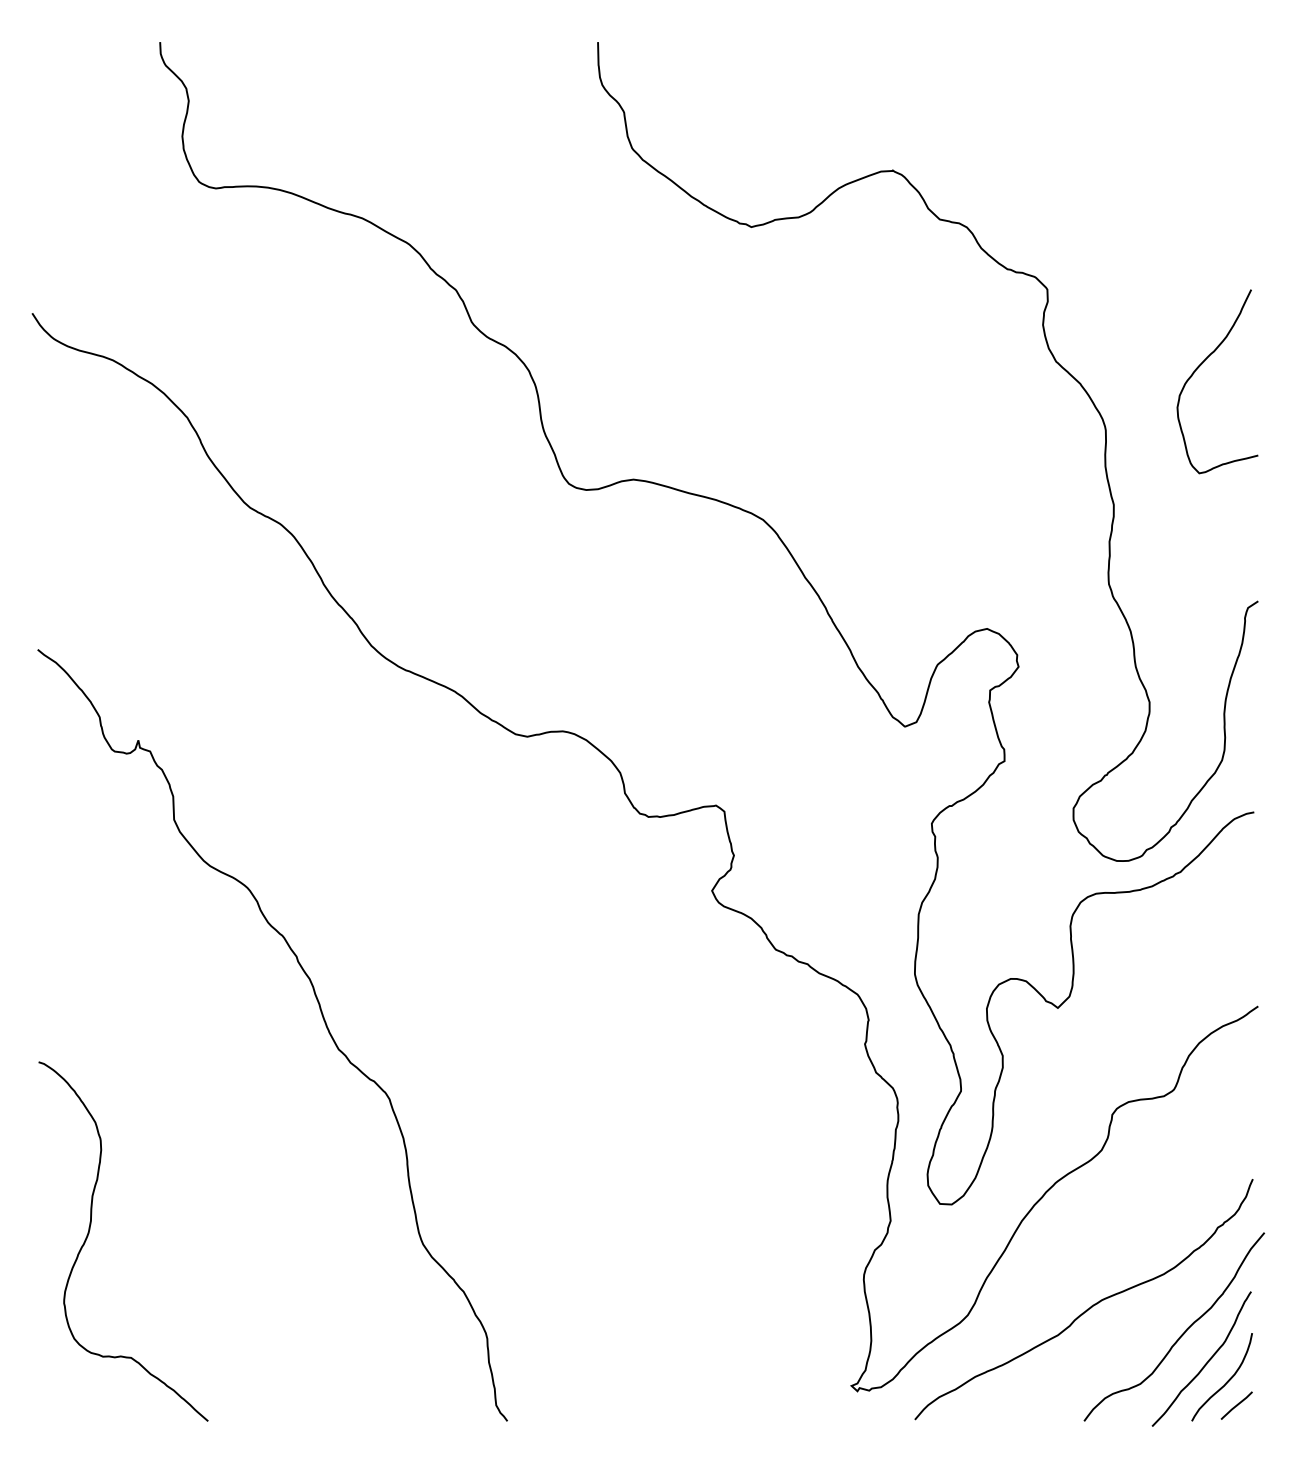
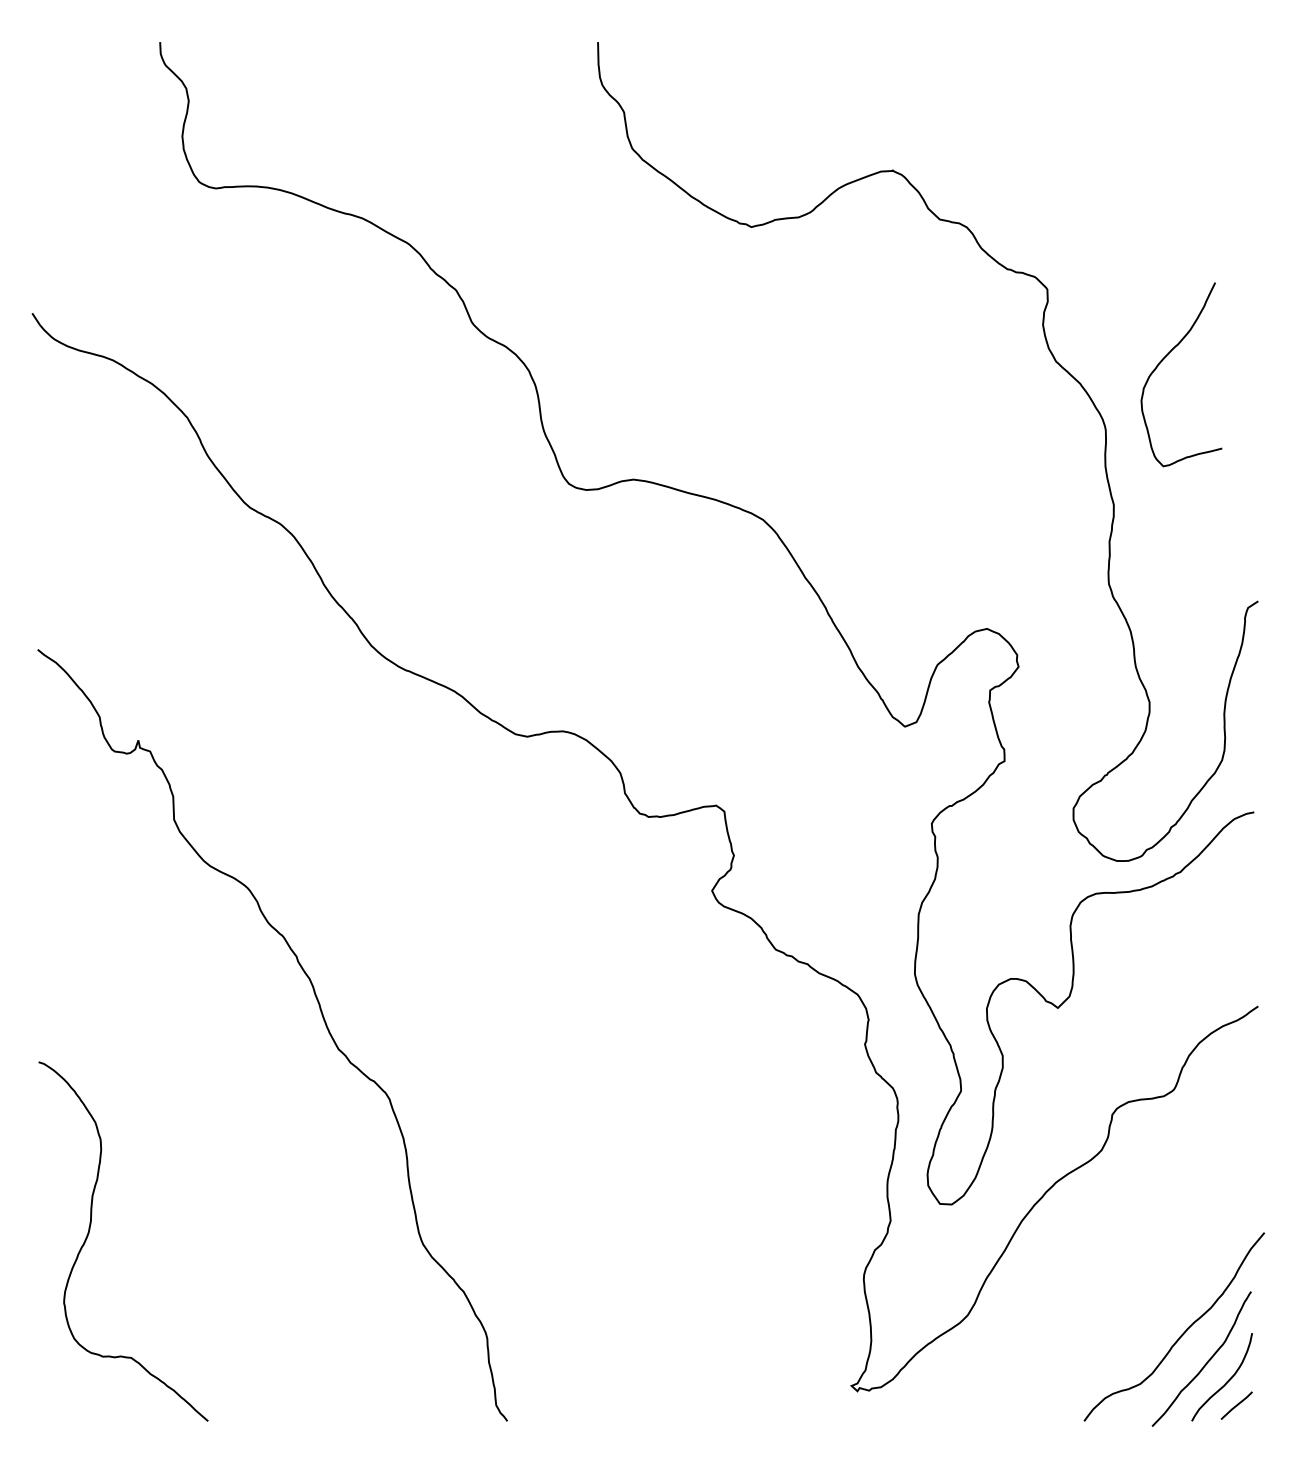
curve at (1201, 365) position: (1201, 365) -> (1165, 358)
curve at (1087, 1308): present -> none
